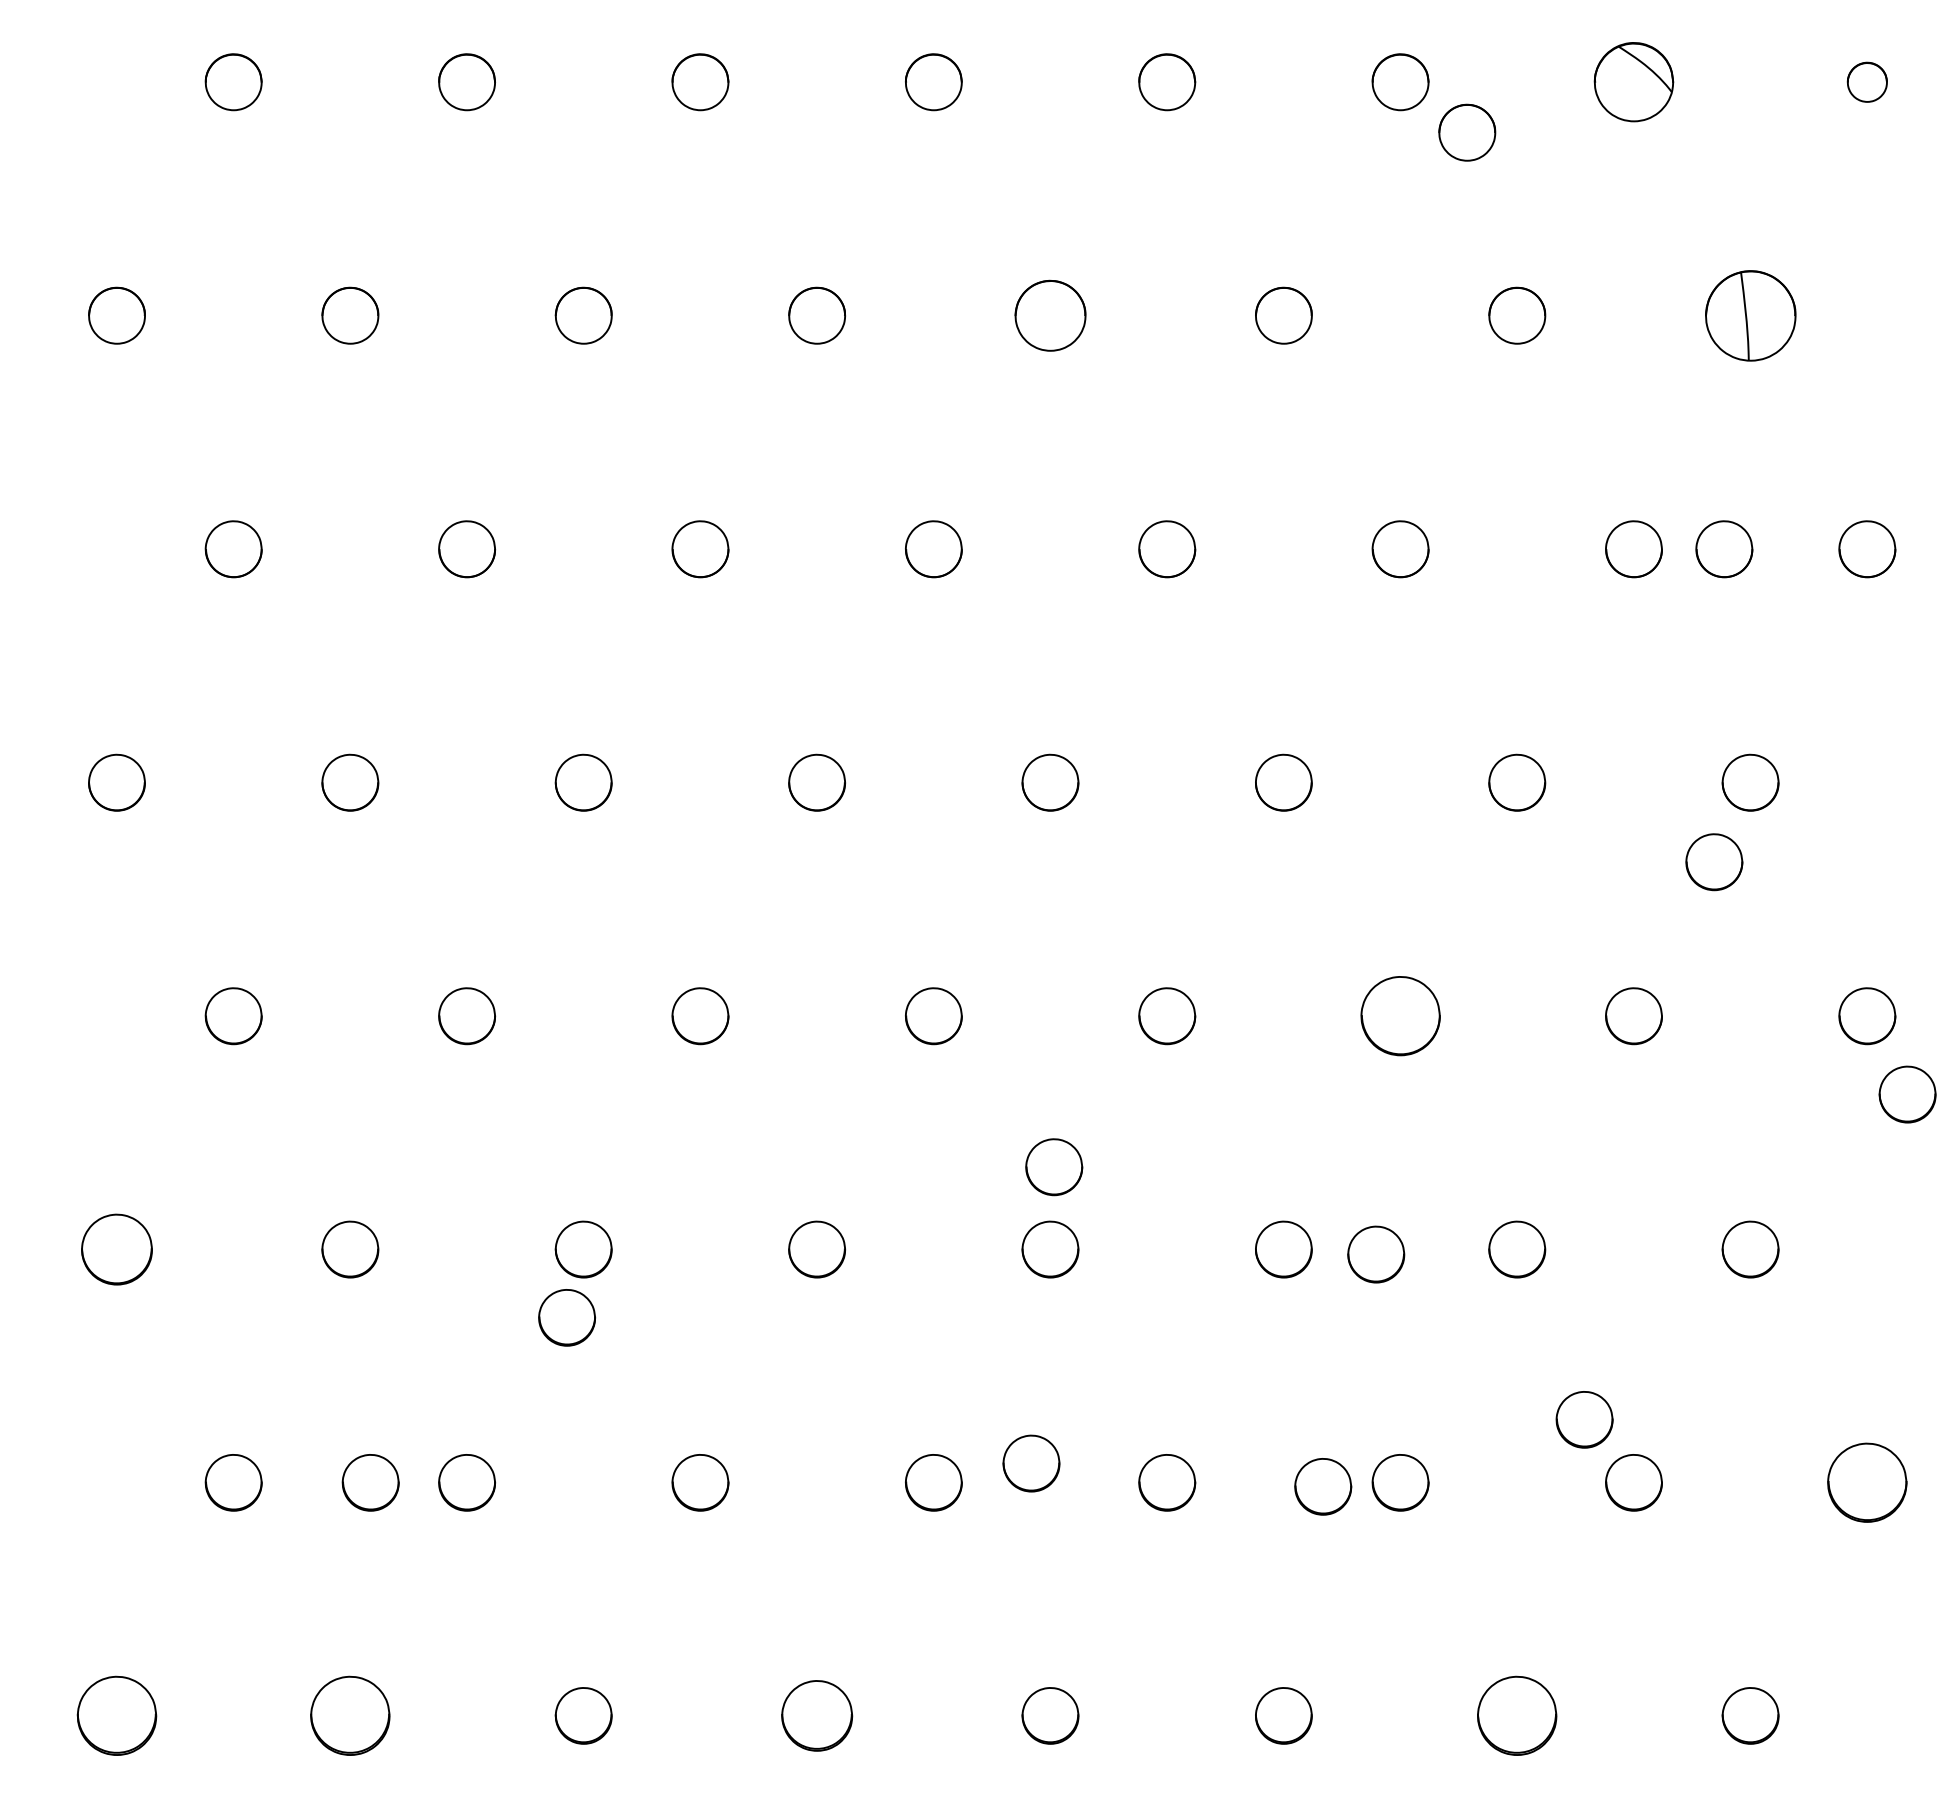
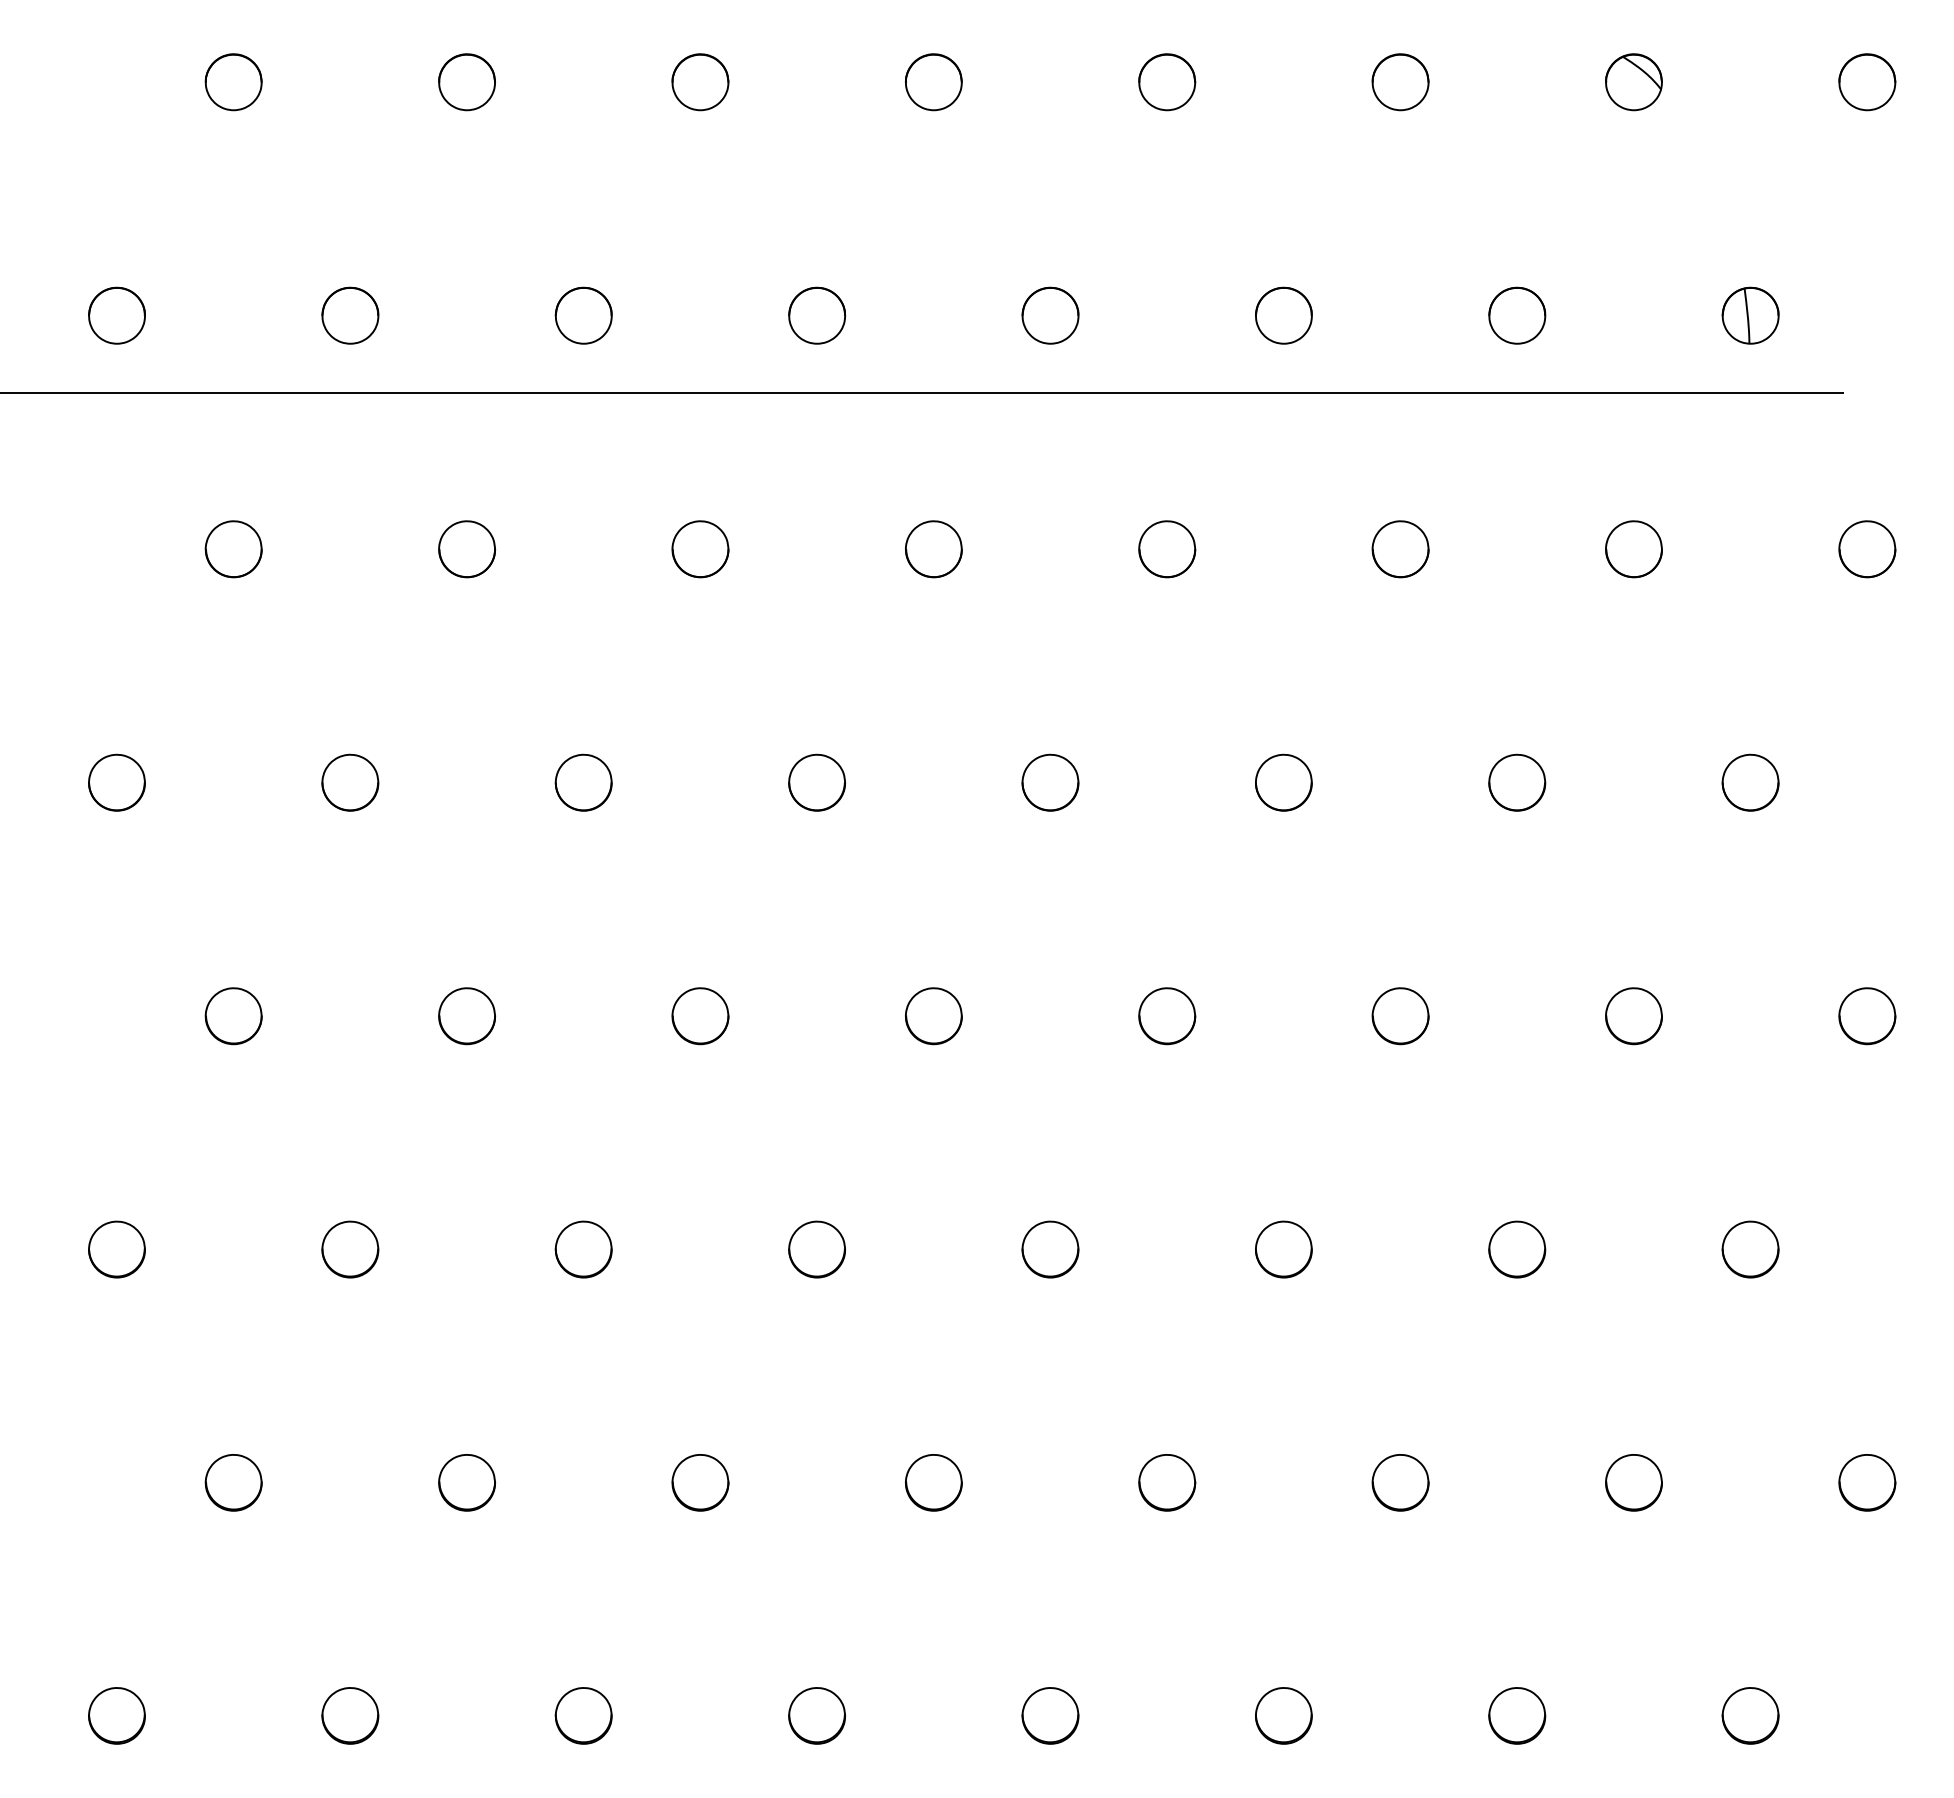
part at (1866, 81) size: 42x42 px -> 59x59 px
part at (1633, 82) size: 82x81 px -> 58x59 px
part at (1467, 132): present -> none
part at (1050, 315) size: 73x73 px -> 59x59 px
part at (1750, 315) size: 92x92 px -> 59x59 px
line at (923, 393): none -> present
part at (1724, 549): present -> none
part at (1714, 862): present -> none
part at (1400, 1016) size: 81x81 px -> 59x59 px
part at (1907, 1094): present -> none
part at (1054, 1167): present -> none
part at (116, 1249) size: 72x73 px -> 58x59 px
part at (1376, 1254): present -> none
part at (566, 1317): present -> none
part at (1584, 1419): present -> none
part at (1031, 1463): present -> none
part at (370, 1482): present -> none
part at (1867, 1482) size: 81x81 px -> 59x58 px
part at (1323, 1486): present -> none
part at (116, 1715) size: 82x81 px -> 58x58 px
part at (350, 1715) size: 81x81 px -> 59x58 px
part at (817, 1715) size: 73x72 px -> 58x58 px
part at (1517, 1715) size: 81x81 px -> 59x58 px
